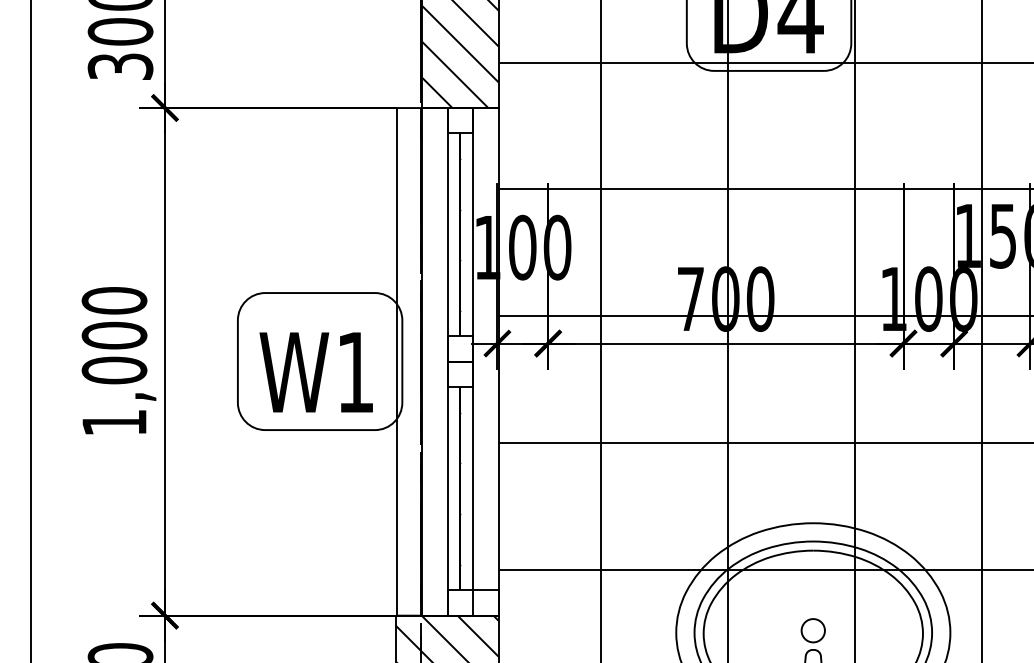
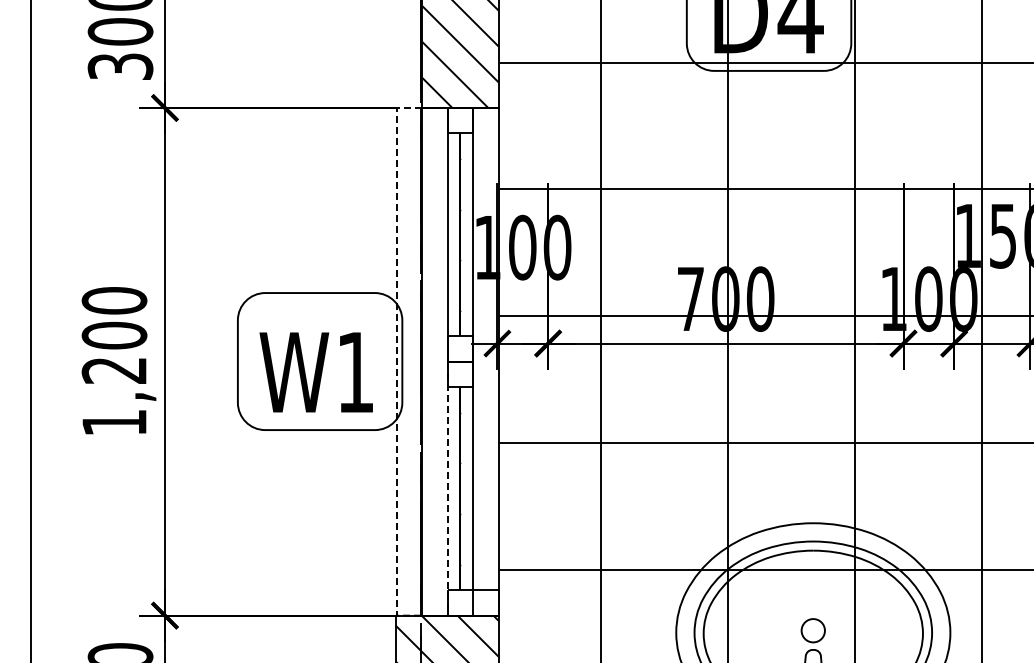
line at (396, 361): solid -> dashed
text at (114, 370): 1,000 -> 1,200
line at (447, 488): solid -> dashed
